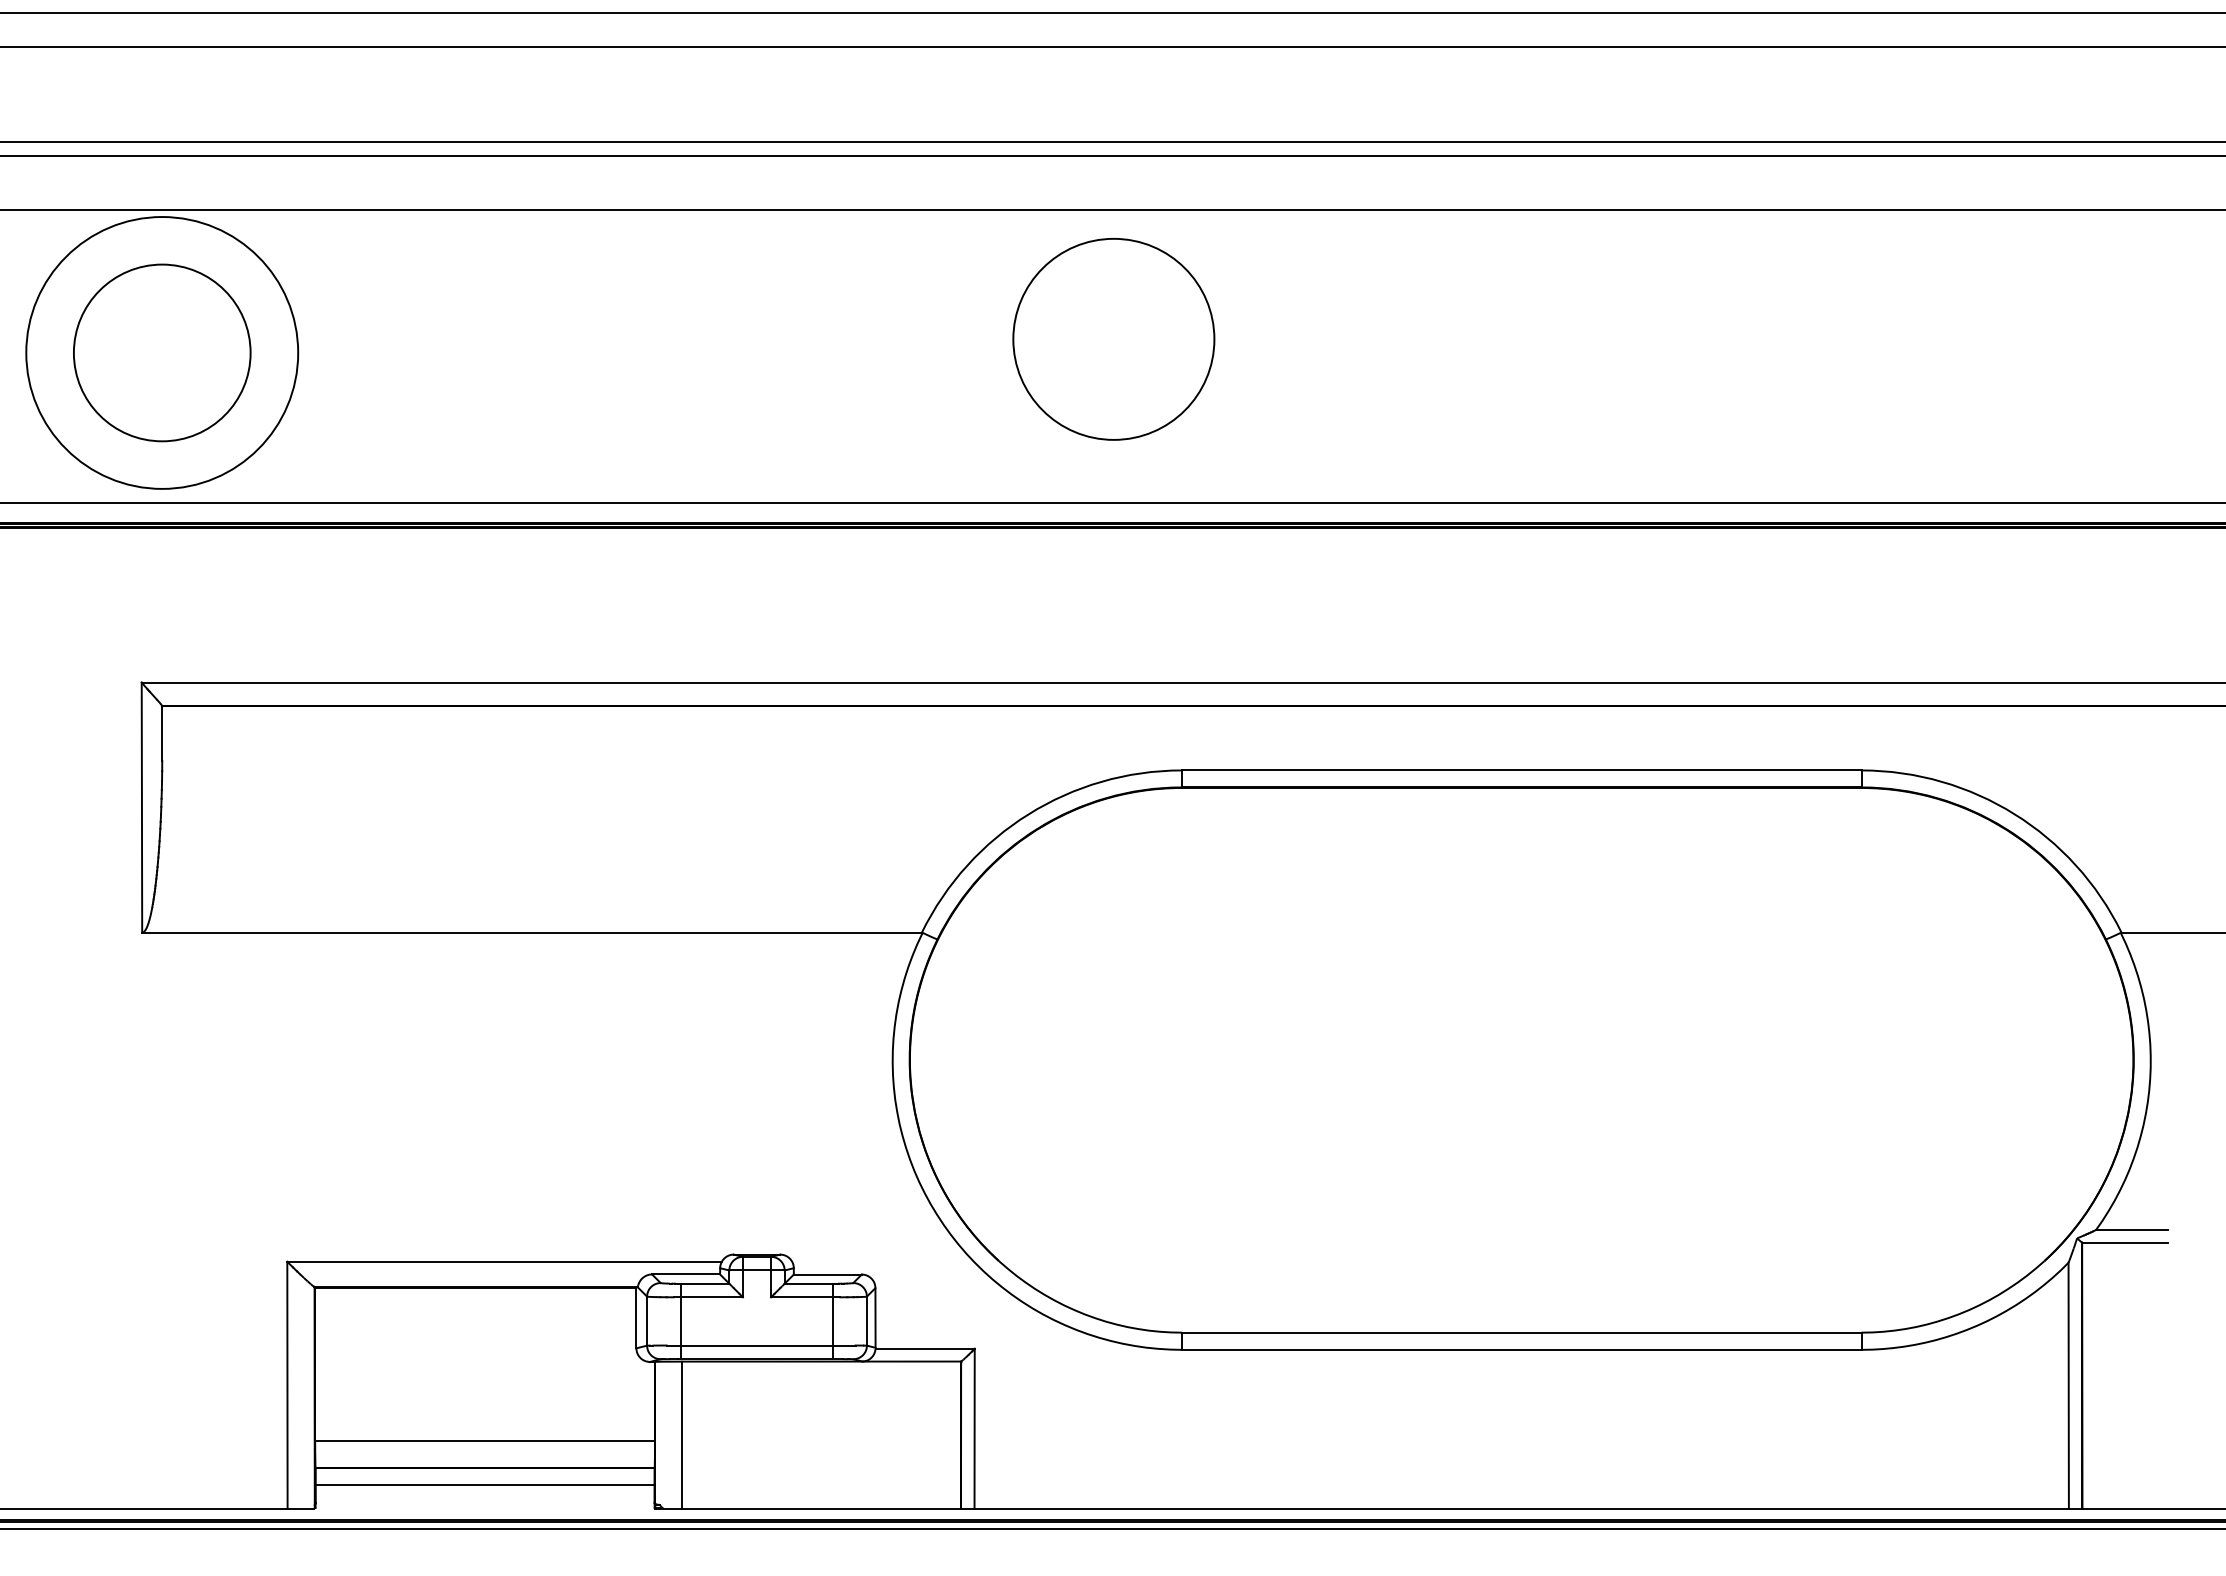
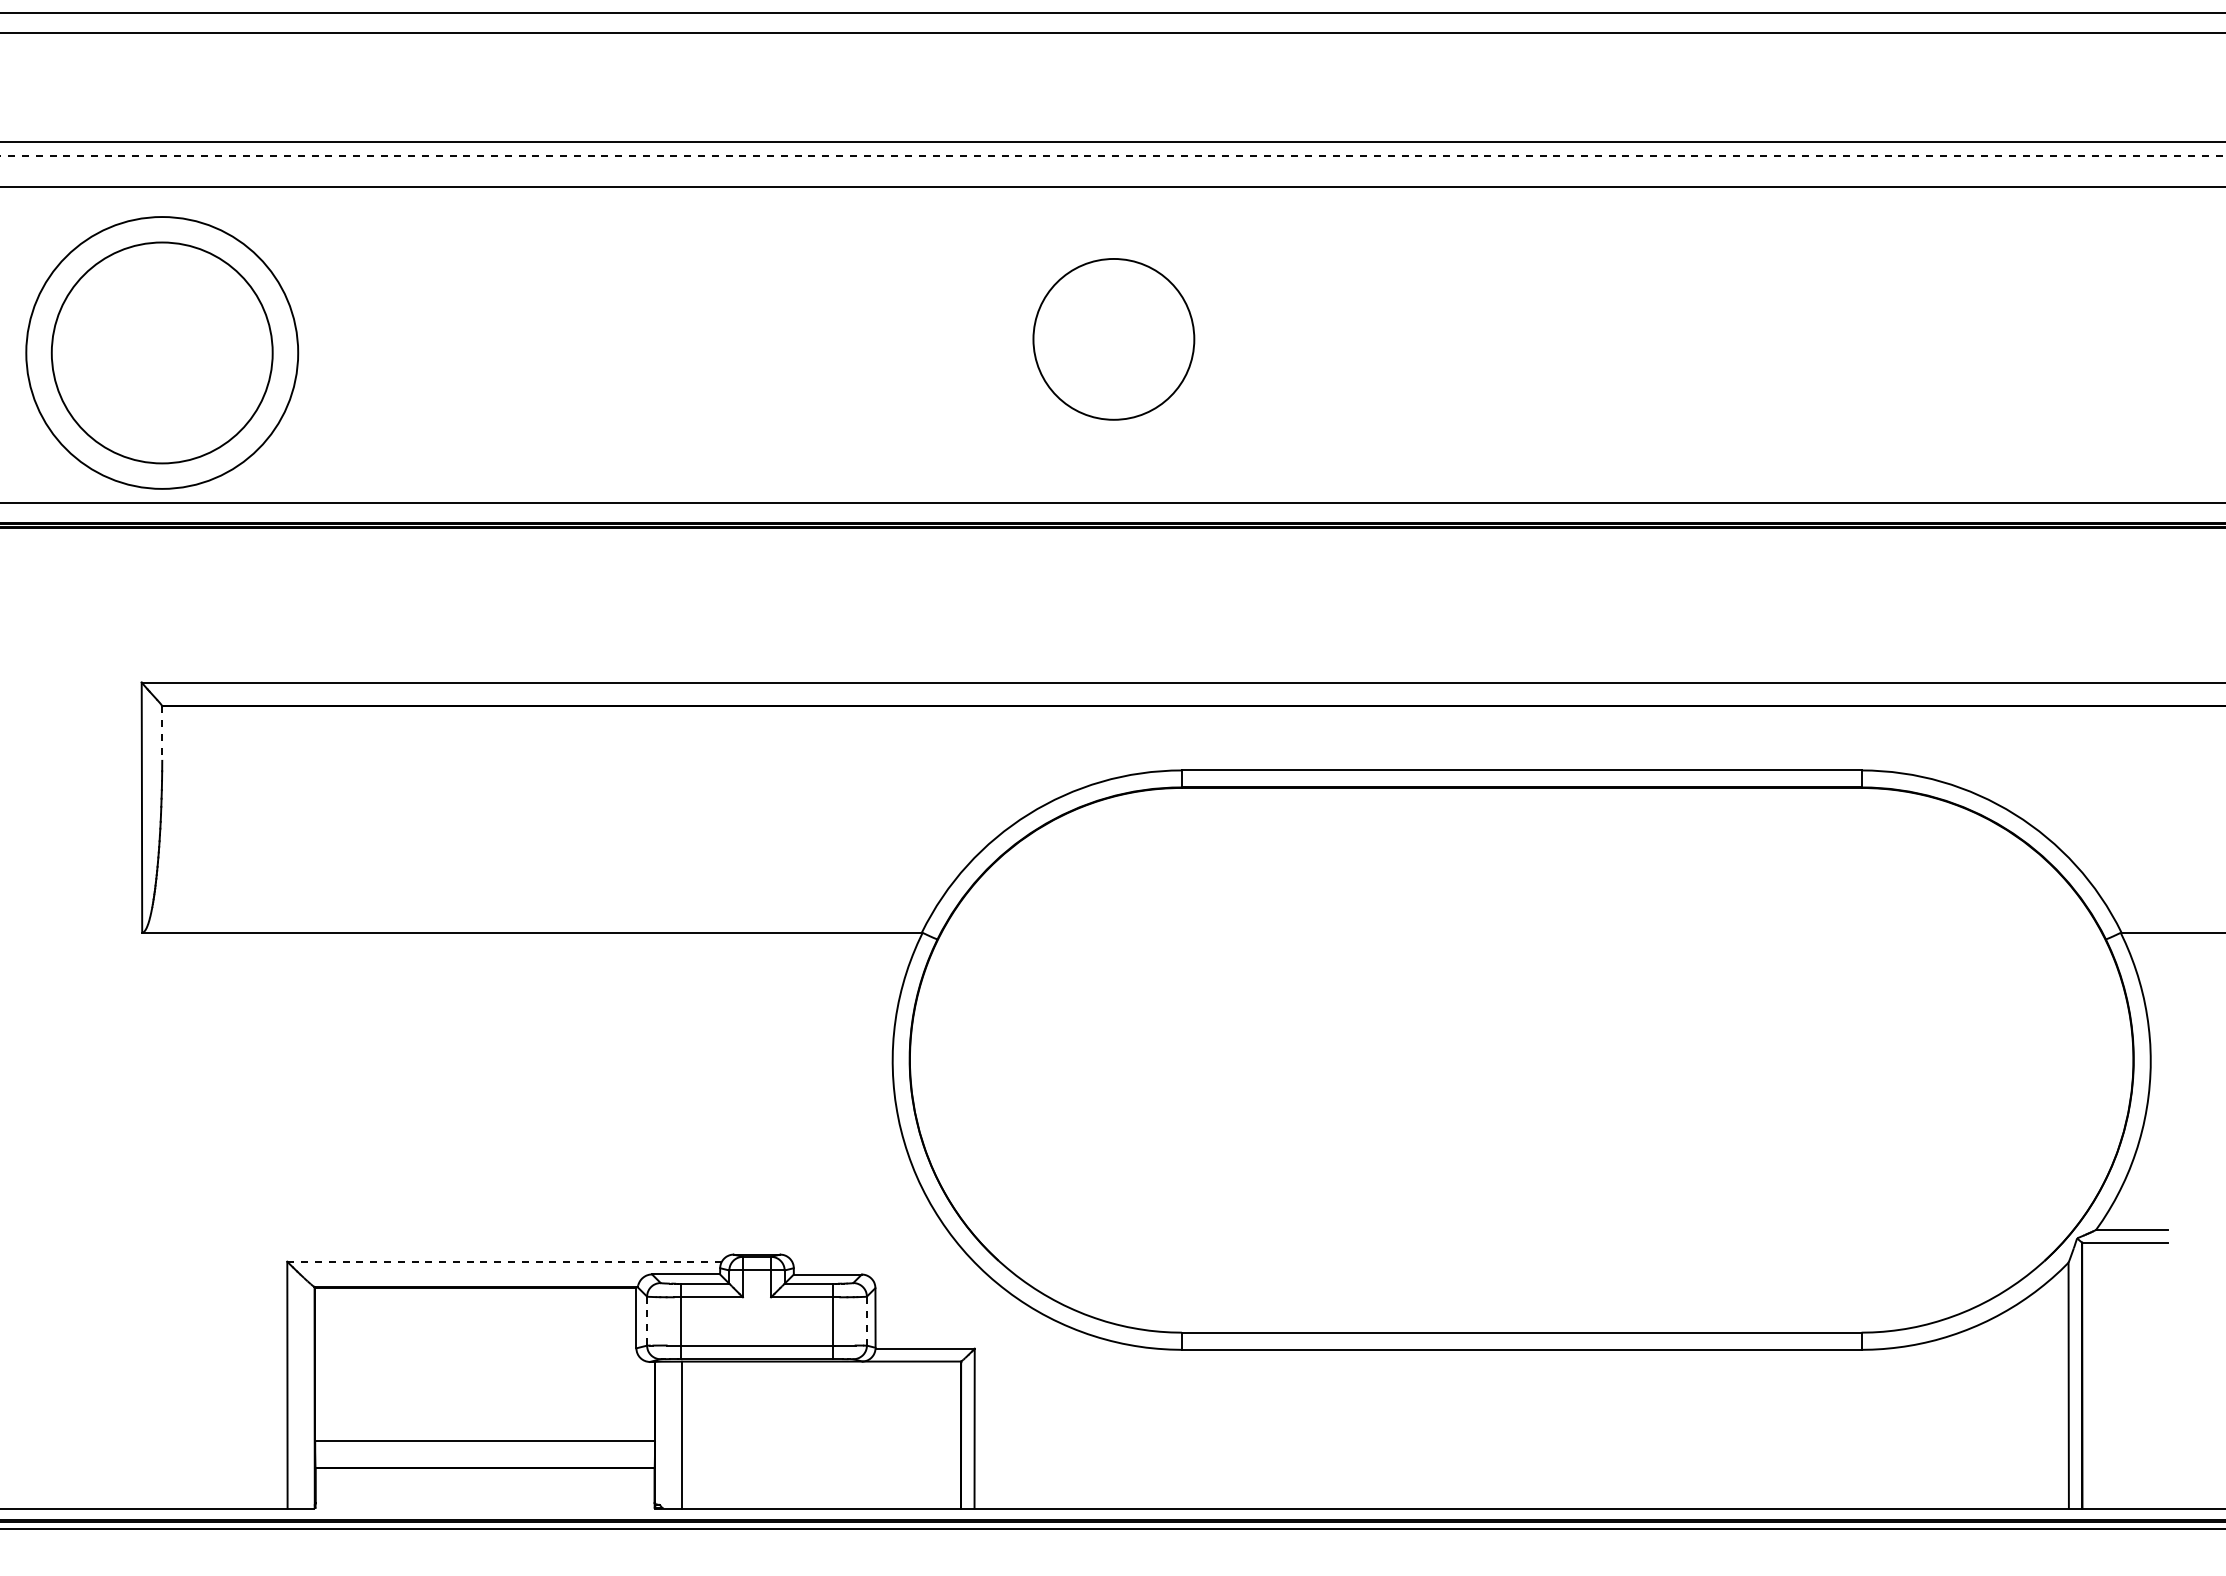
line at (1112, 47) position: (1112, 47) -> (1112, 33)
line at (1113, 155): solid -> dashed
line at (1112, 210) position: (1112, 210) -> (1112, 187)
circle at (1113, 339) size: 204x203 px -> 164x163 px
circle at (161, 352) diameter: 177 px -> 221 px
line at (162, 734): solid -> dashed
line at (505, 1261): solid -> dashed
line at (647, 1321): solid -> dashed
line at (866, 1321): solid -> dashed
line at (484, 1484): present -> none
